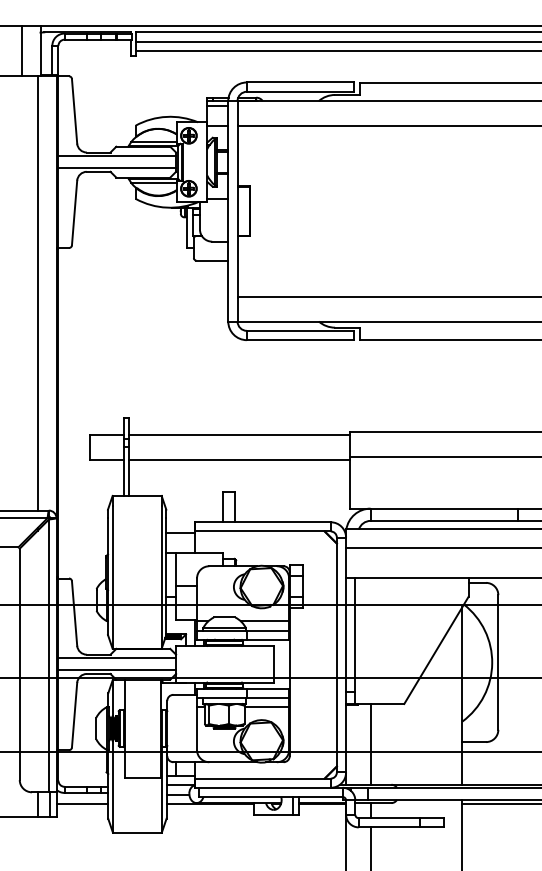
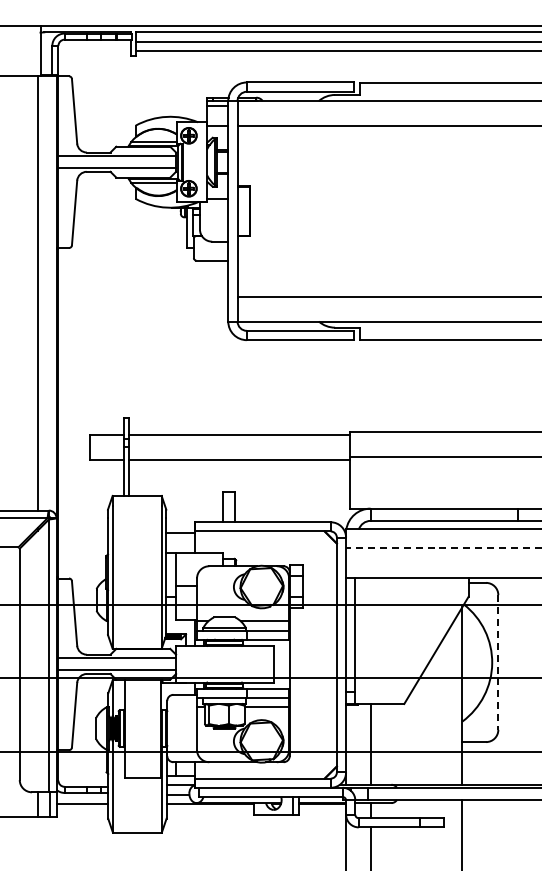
line at (22, 51): present -> none
line at (443, 547): solid -> dashed
line at (498, 663): solid -> dashed
line at (500, 803): present -> none
